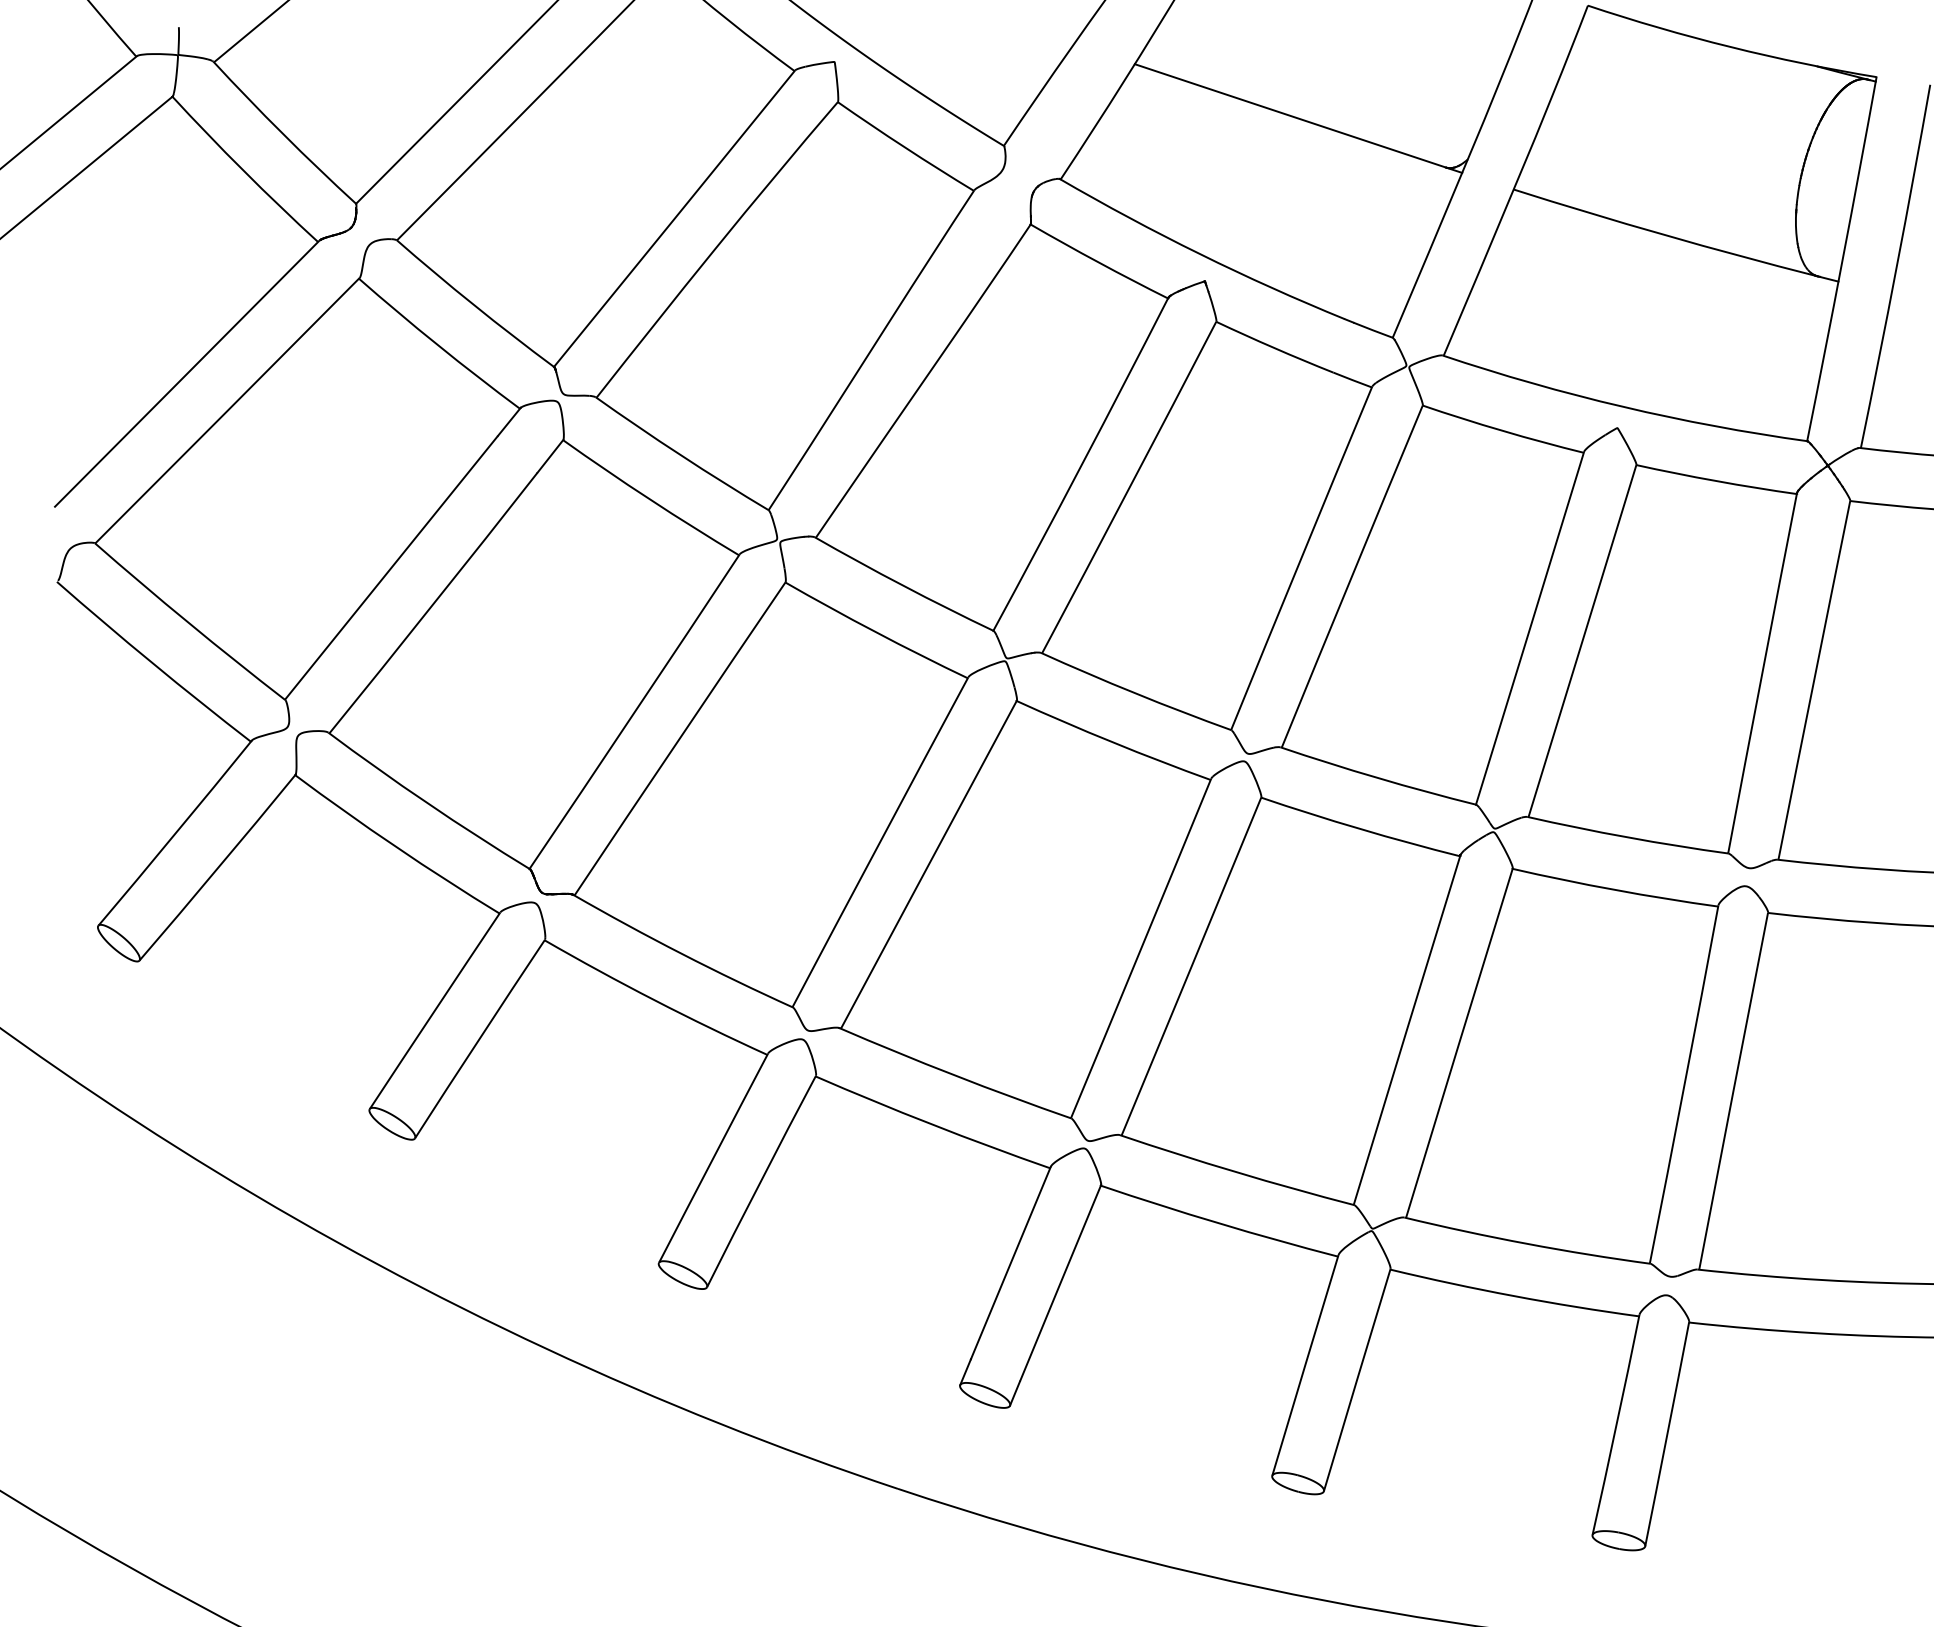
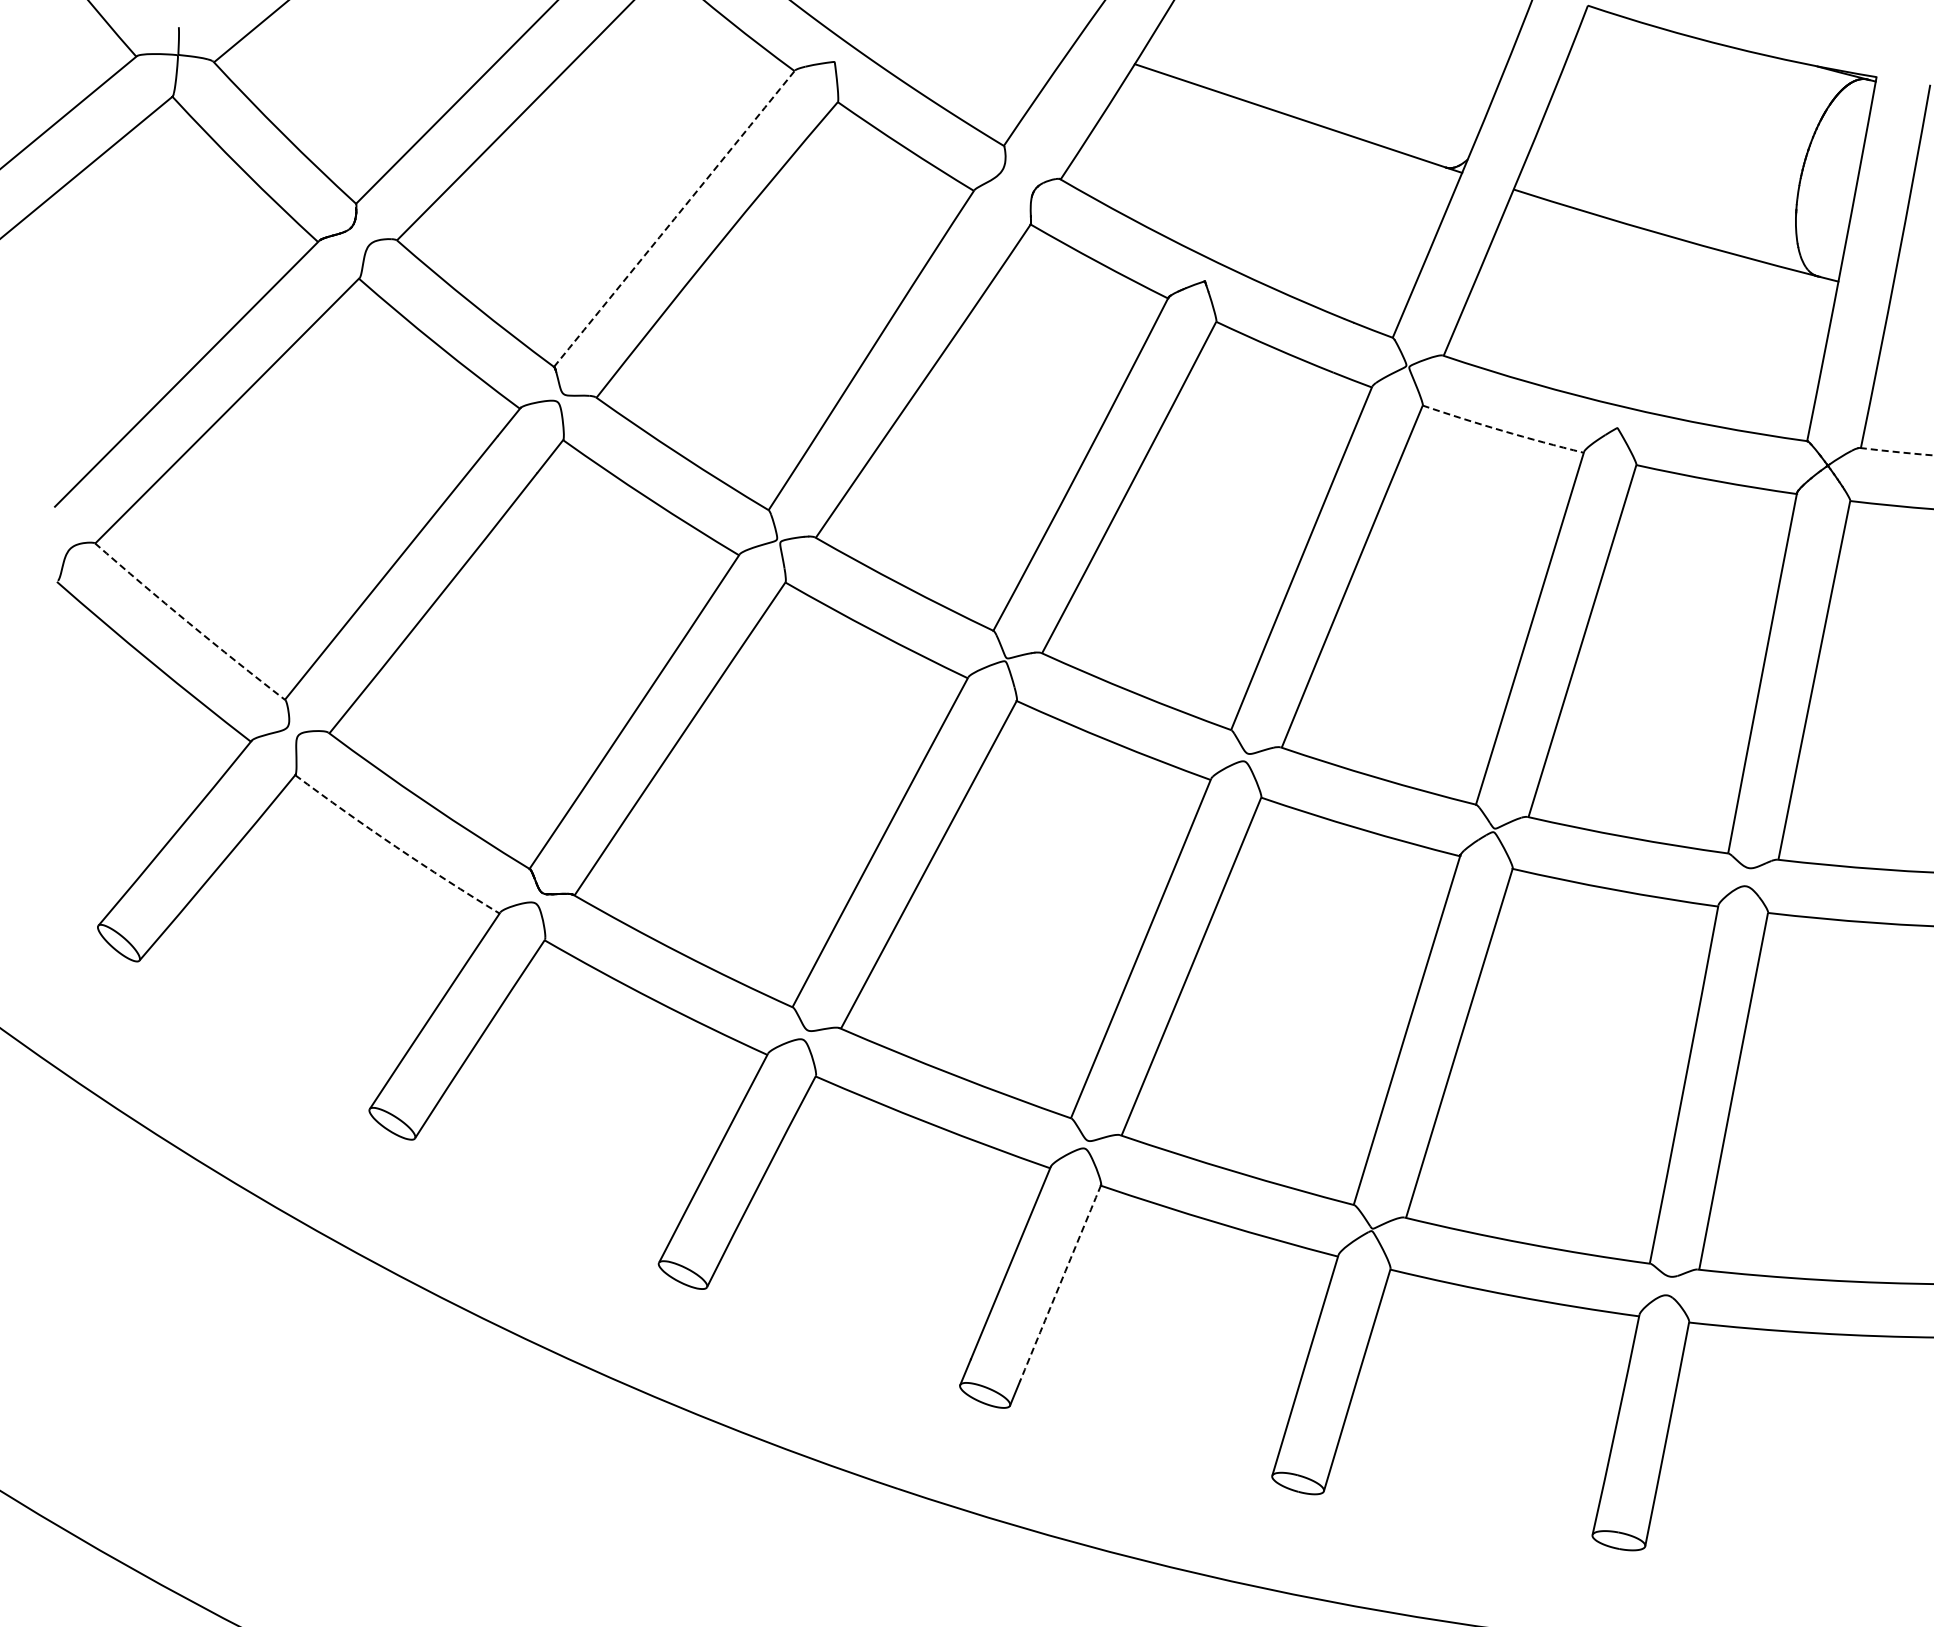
arc at (674, 218): solid -> dashed
arc at (1502, 430): solid -> dashed
arc at (1897, 452): solid -> dashed
arc at (188, 623): solid -> dashed
arc at (395, 846): solid -> dashed
arc at (1060, 1283): solid -> dashed
